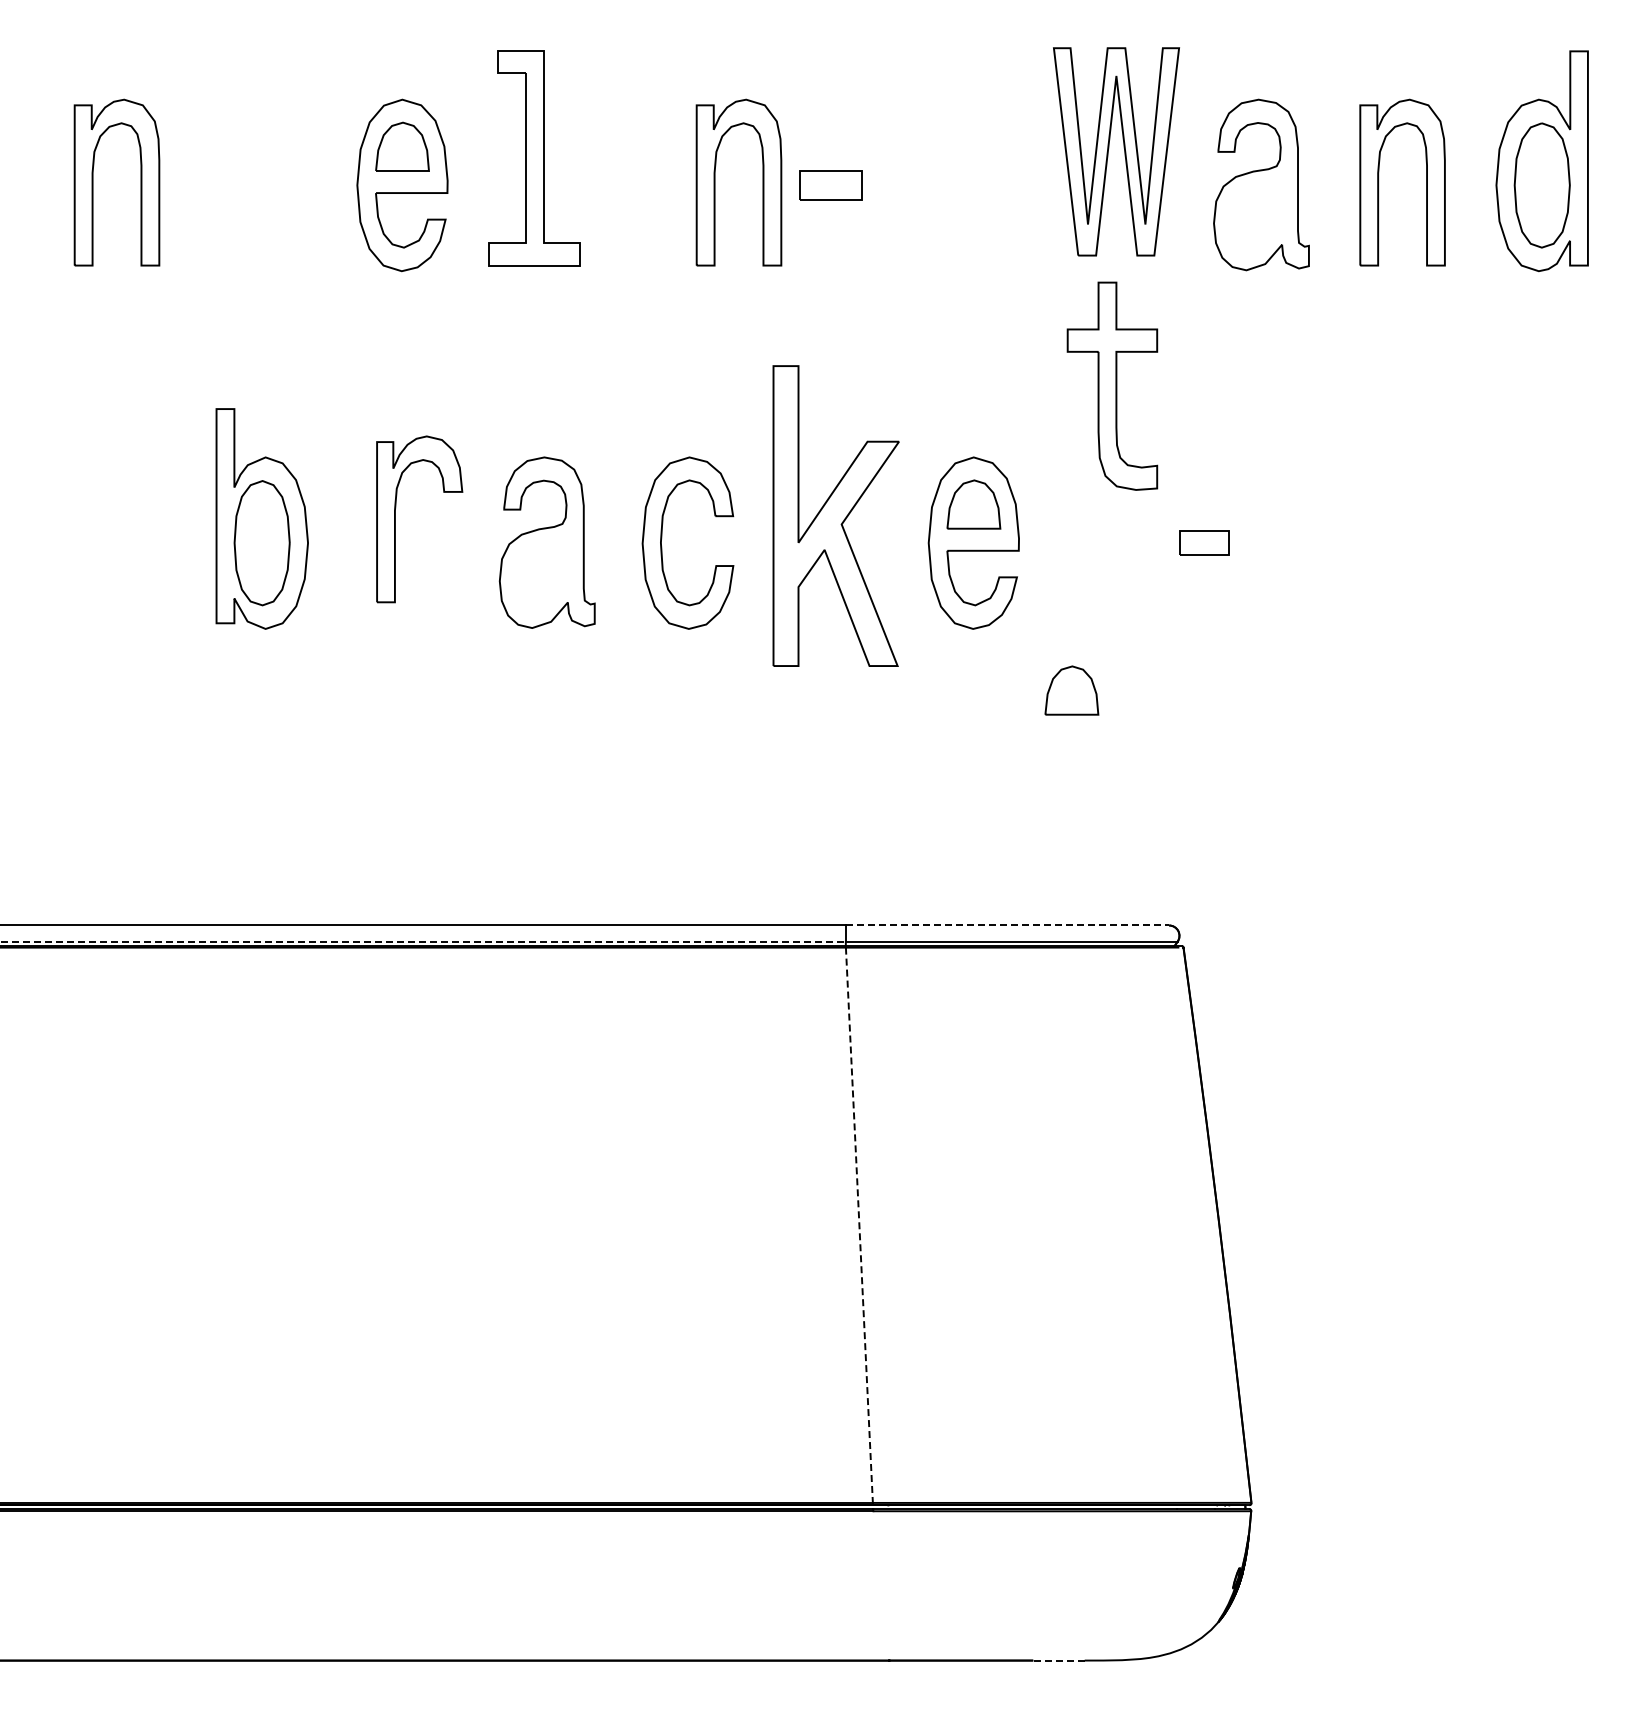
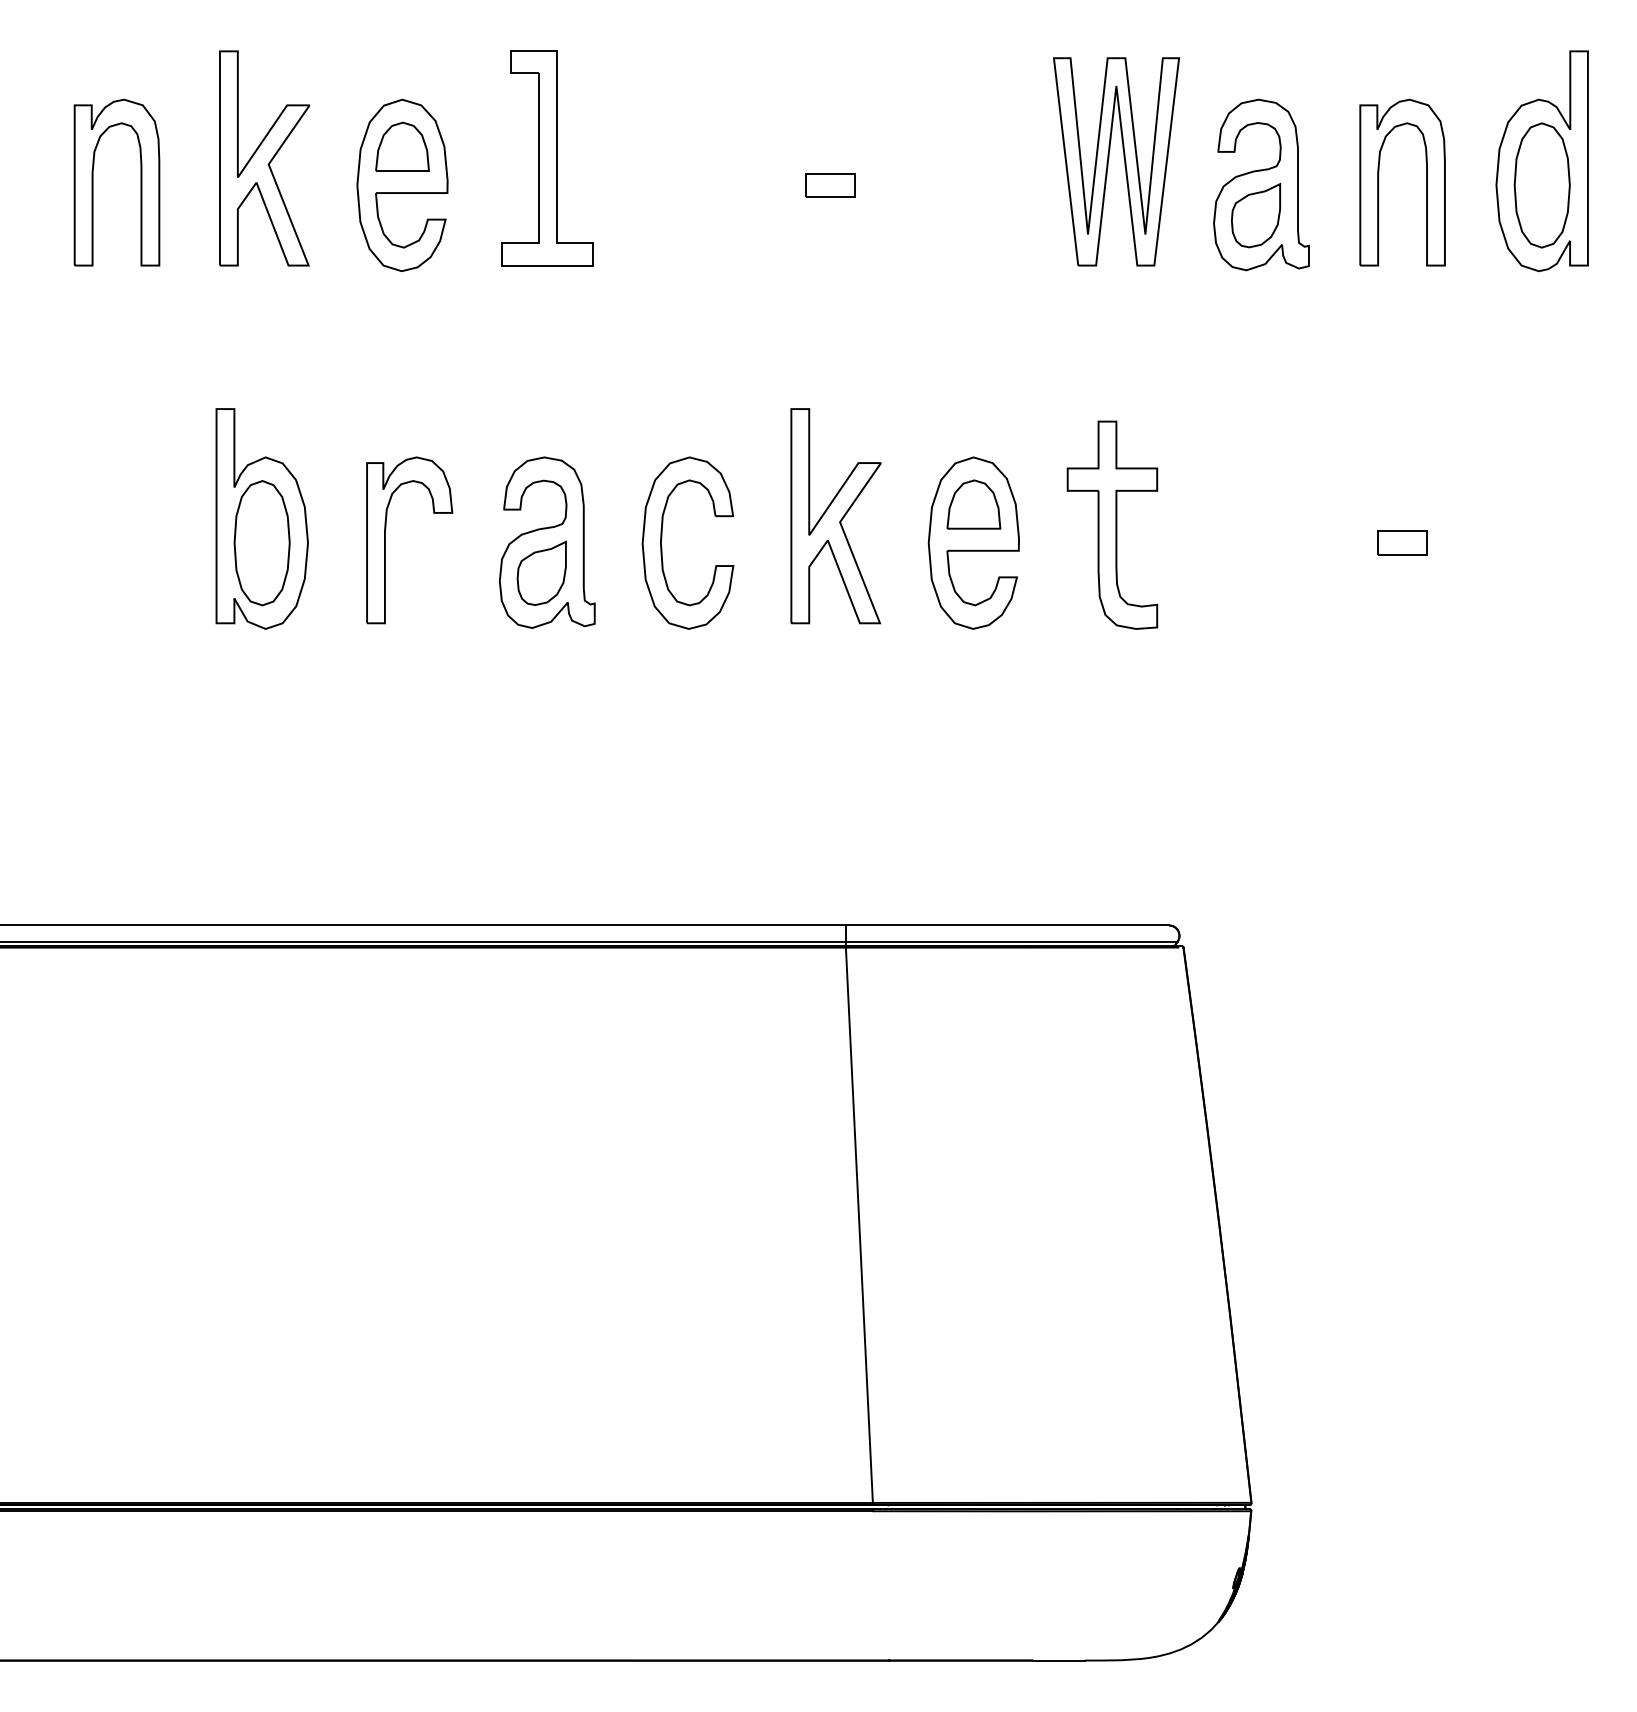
part at (1109, 148) position: (1109, 148) -> (1109, 158)
part at (264, 158): none -> present
part at (534, 158) position: (534, 158) -> (547, 158)
part at (715, 182): present -> none
part at (830, 185) size: 64x31 px -> 51x25 px
part at (1255, 215): none -> present
part at (1112, 385) position: (1112, 385) -> (1112, 524)
part at (835, 515) size: 128x302 px -> 92x217 px
part at (395, 519) position: (395, 519) -> (385, 540)
part at (1204, 542) position: (1204, 542) -> (1402, 542)
part at (541, 572): none -> present
part at (1071, 690): present -> none
line at (1007, 925): dashed -> solid
line at (423, 941): dashed -> solid
line at (859, 1225): dashed -> solid
line at (1058, 1660): dashed -> solid
